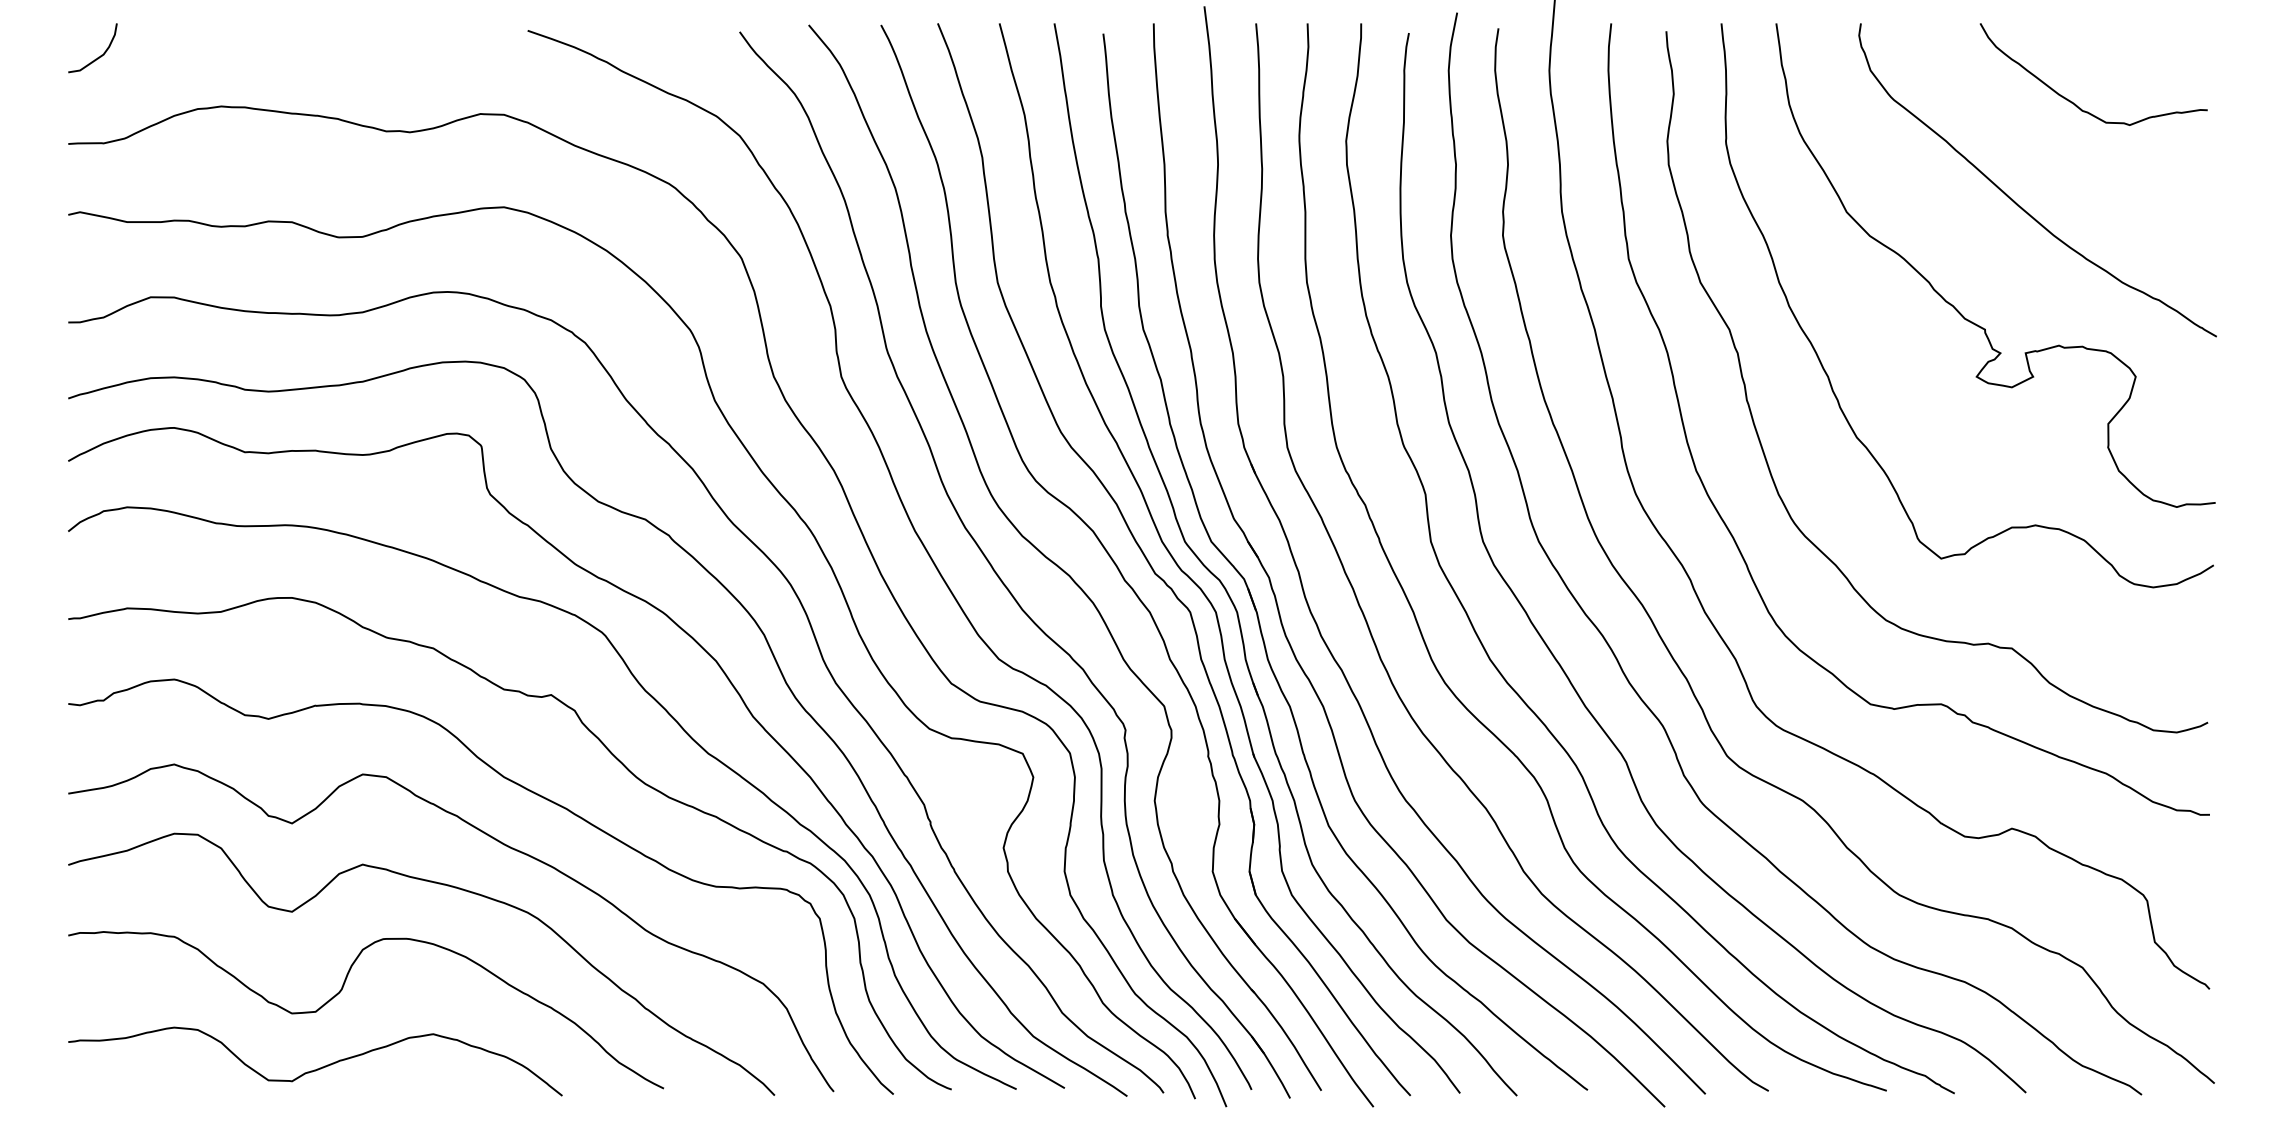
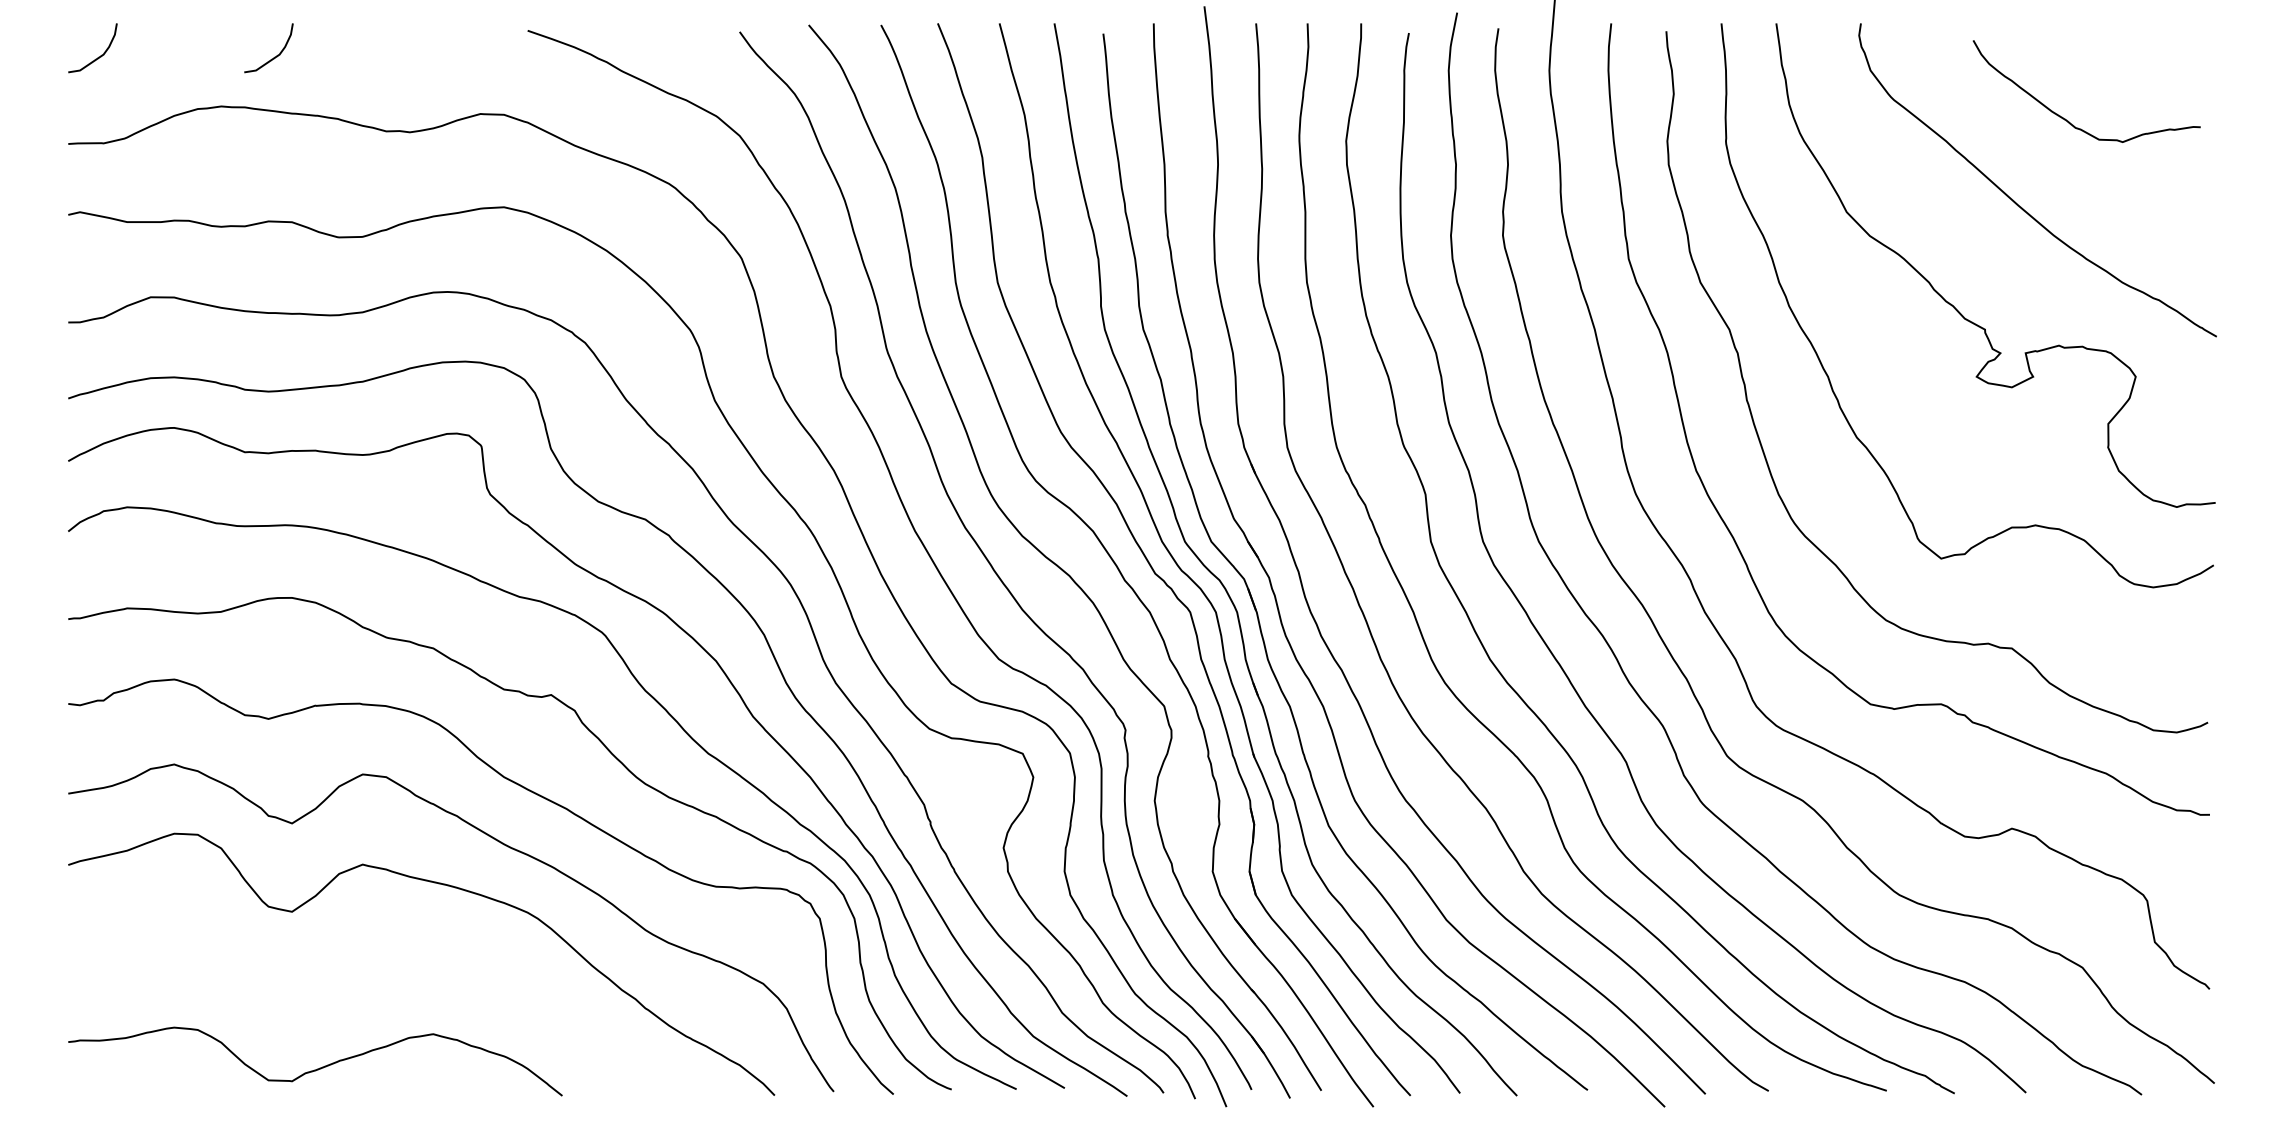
curve at (274, 56): none -> present
curve at (2075, 103) position: (2075, 103) -> (2068, 120)
curve at (342, 990): present -> none
